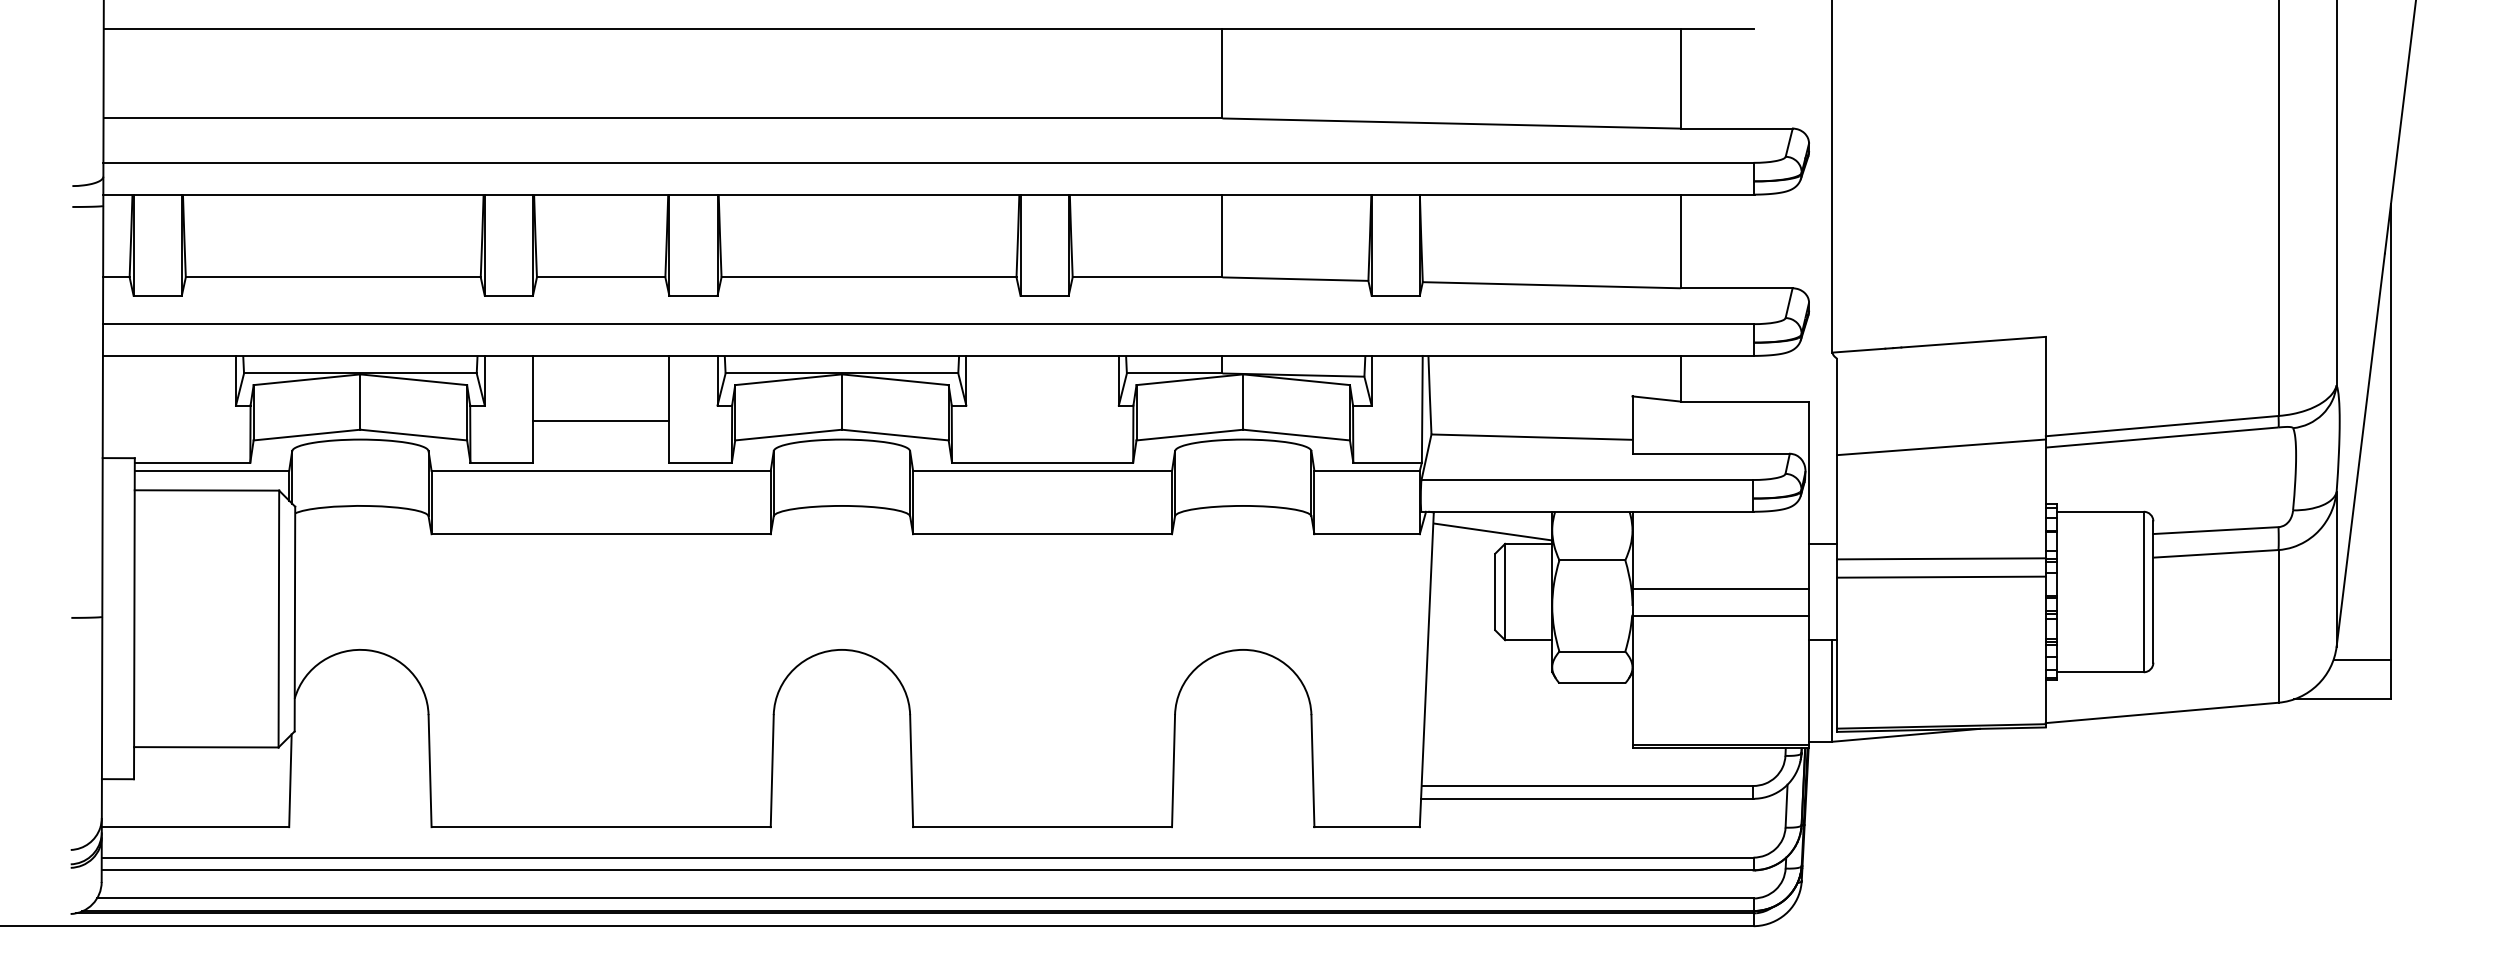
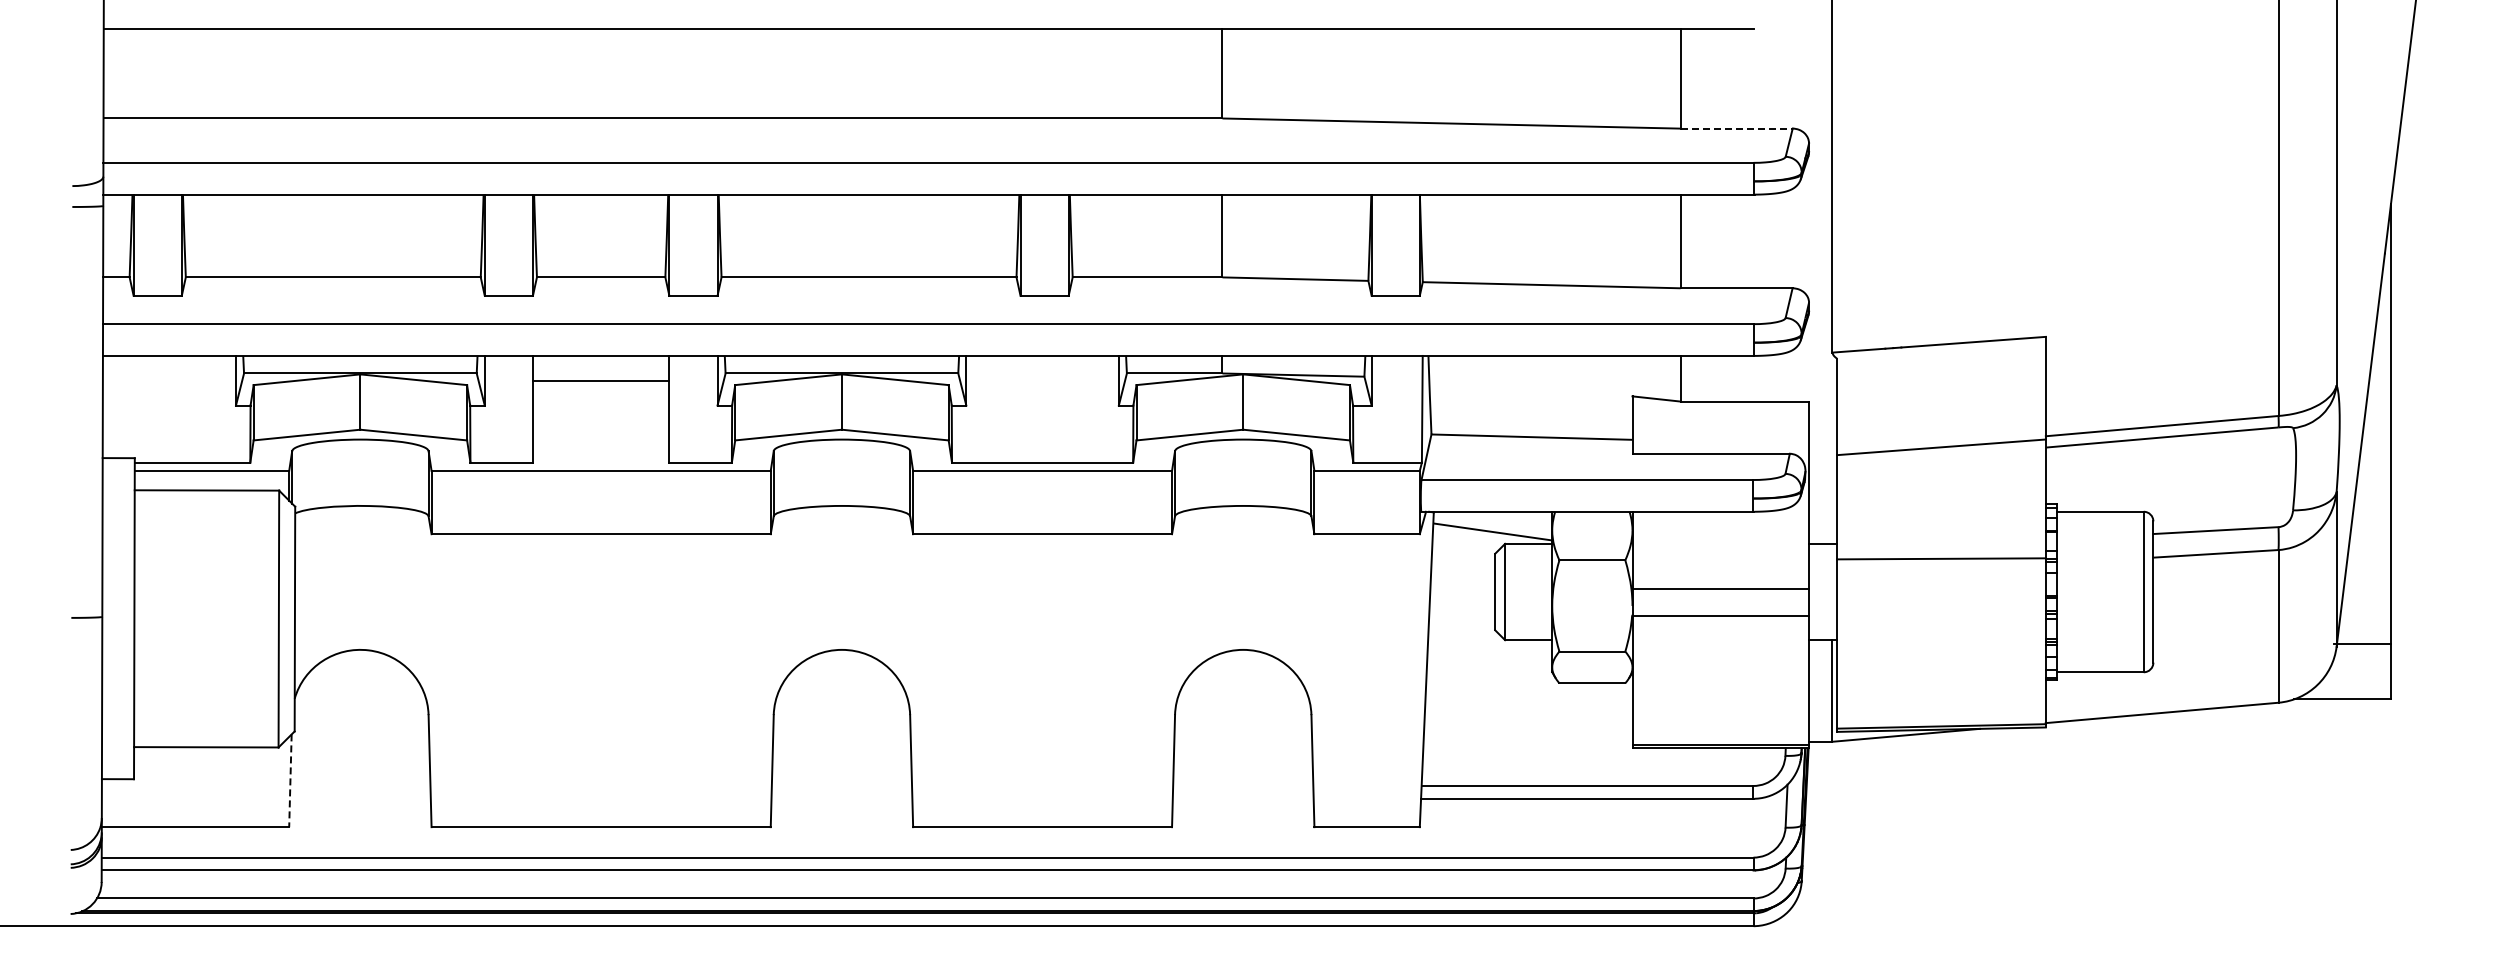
line at (1737, 128): solid -> dashed
line at (600, 421) position: (600, 421) -> (600, 381)
line at (1941, 576): present -> none
line at (2361, 659) position: (2361, 659) -> (2361, 643)
line at (290, 781): solid -> dashed
